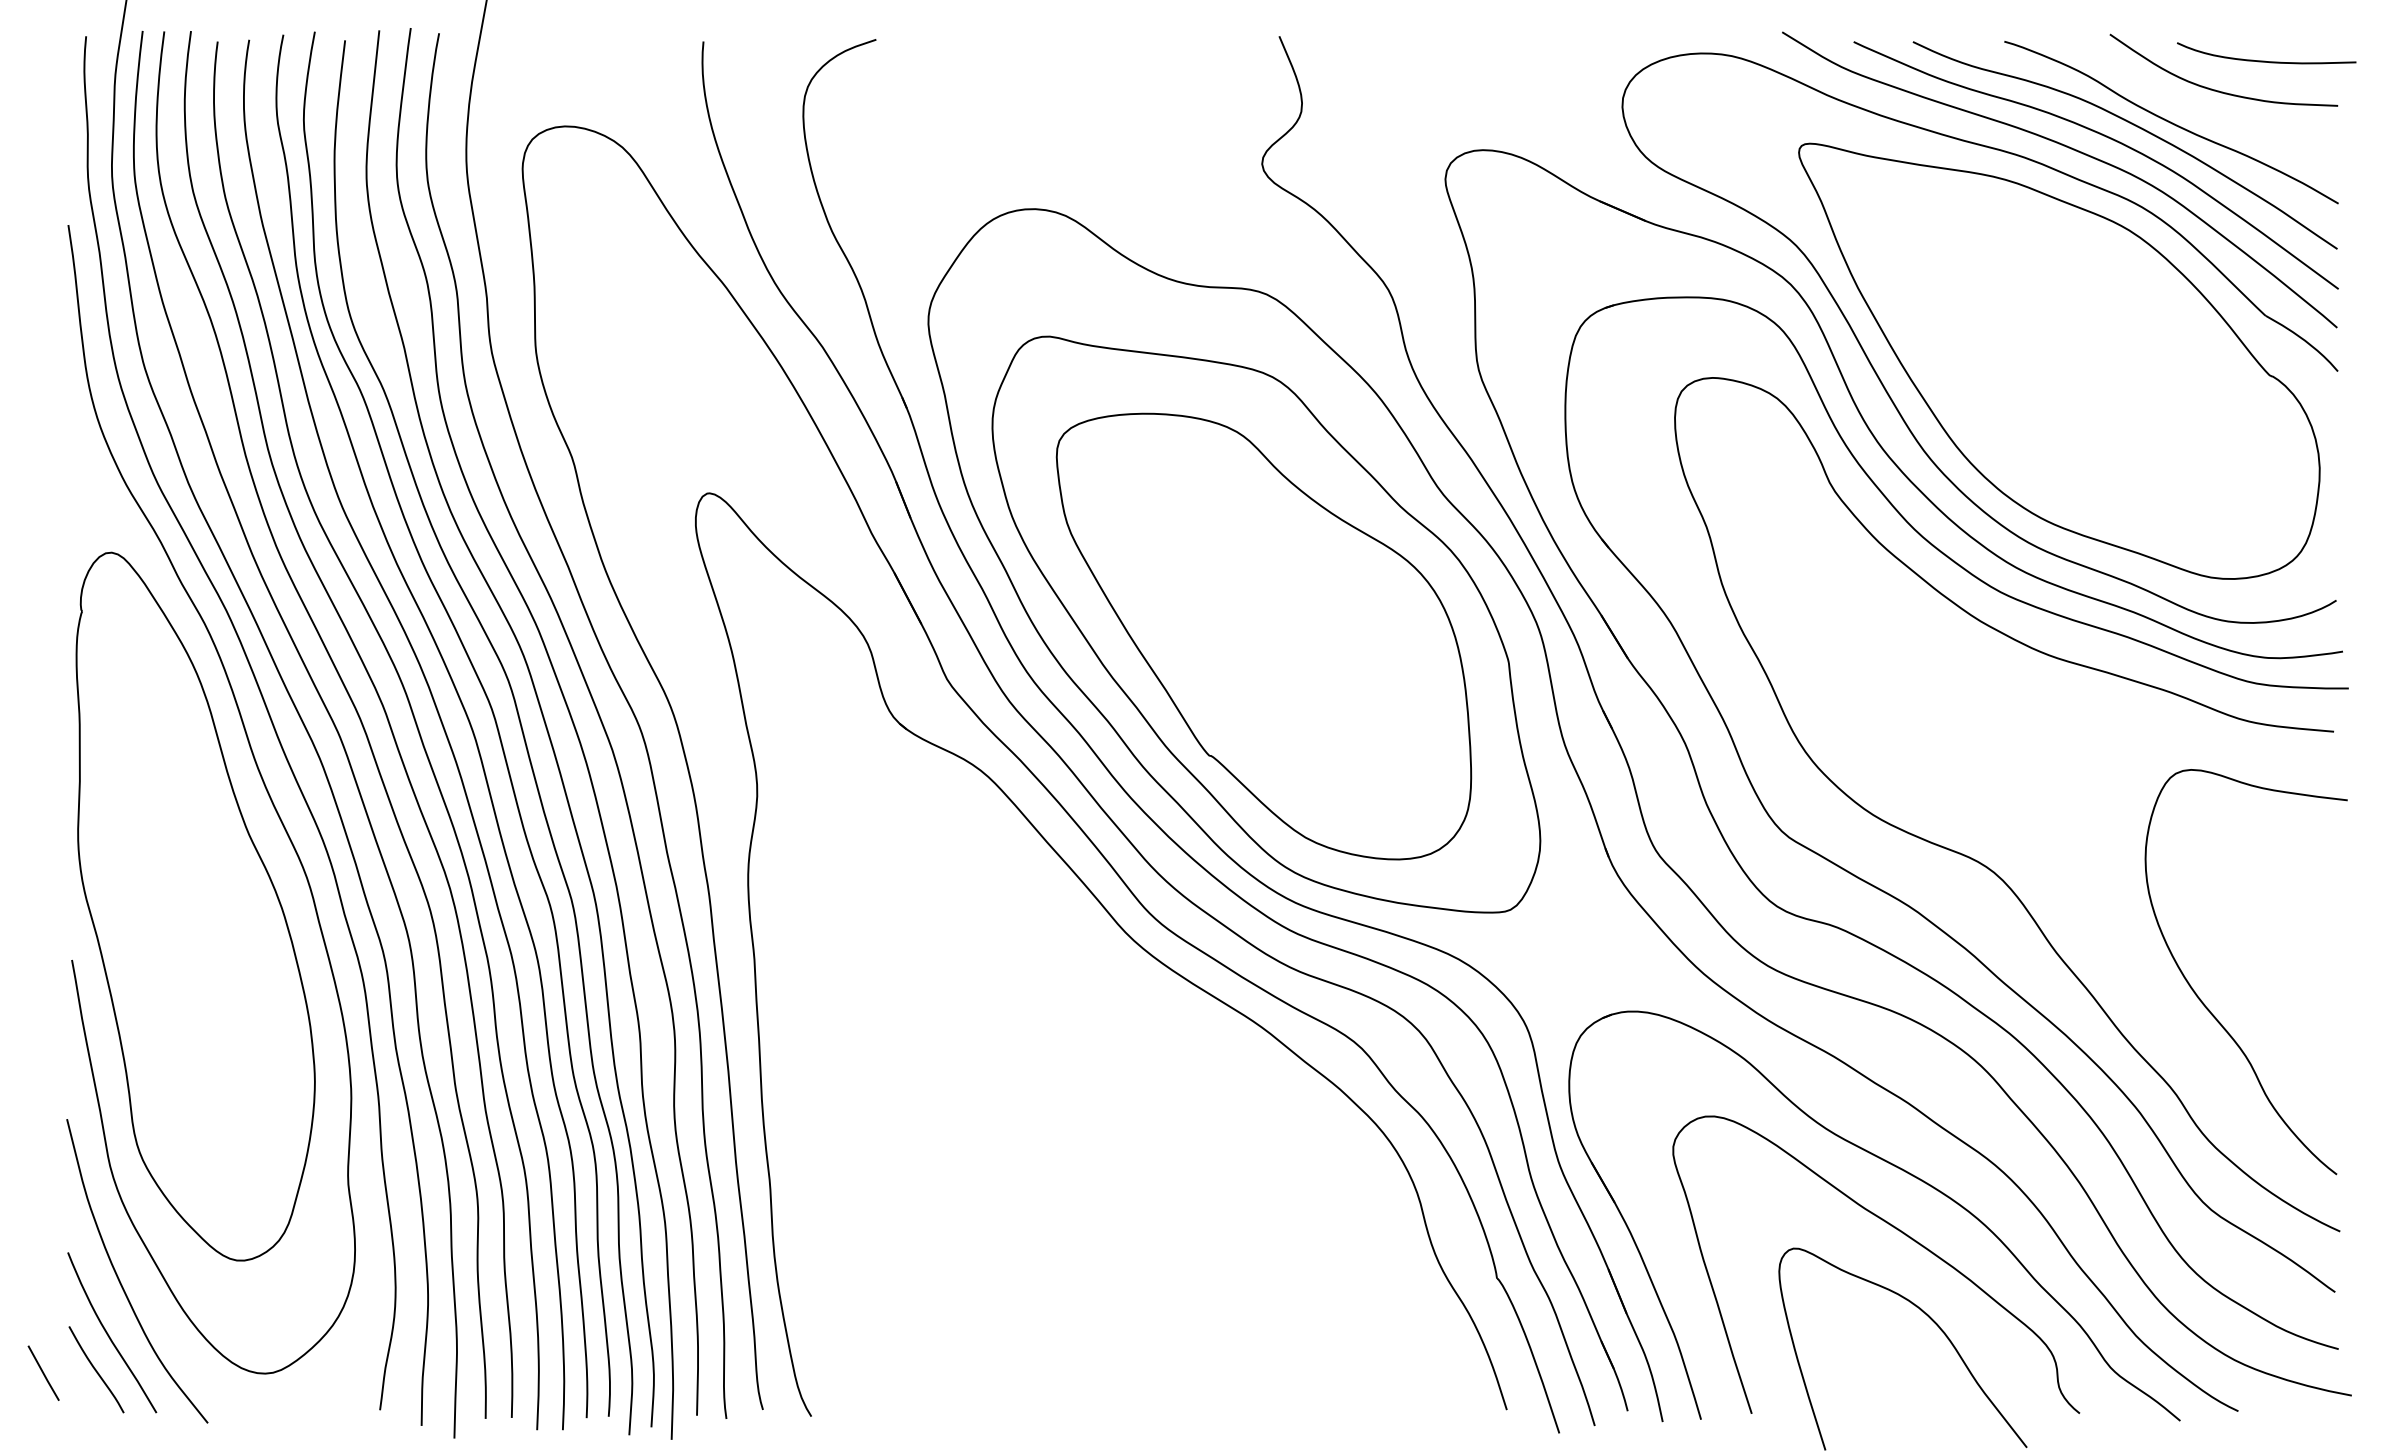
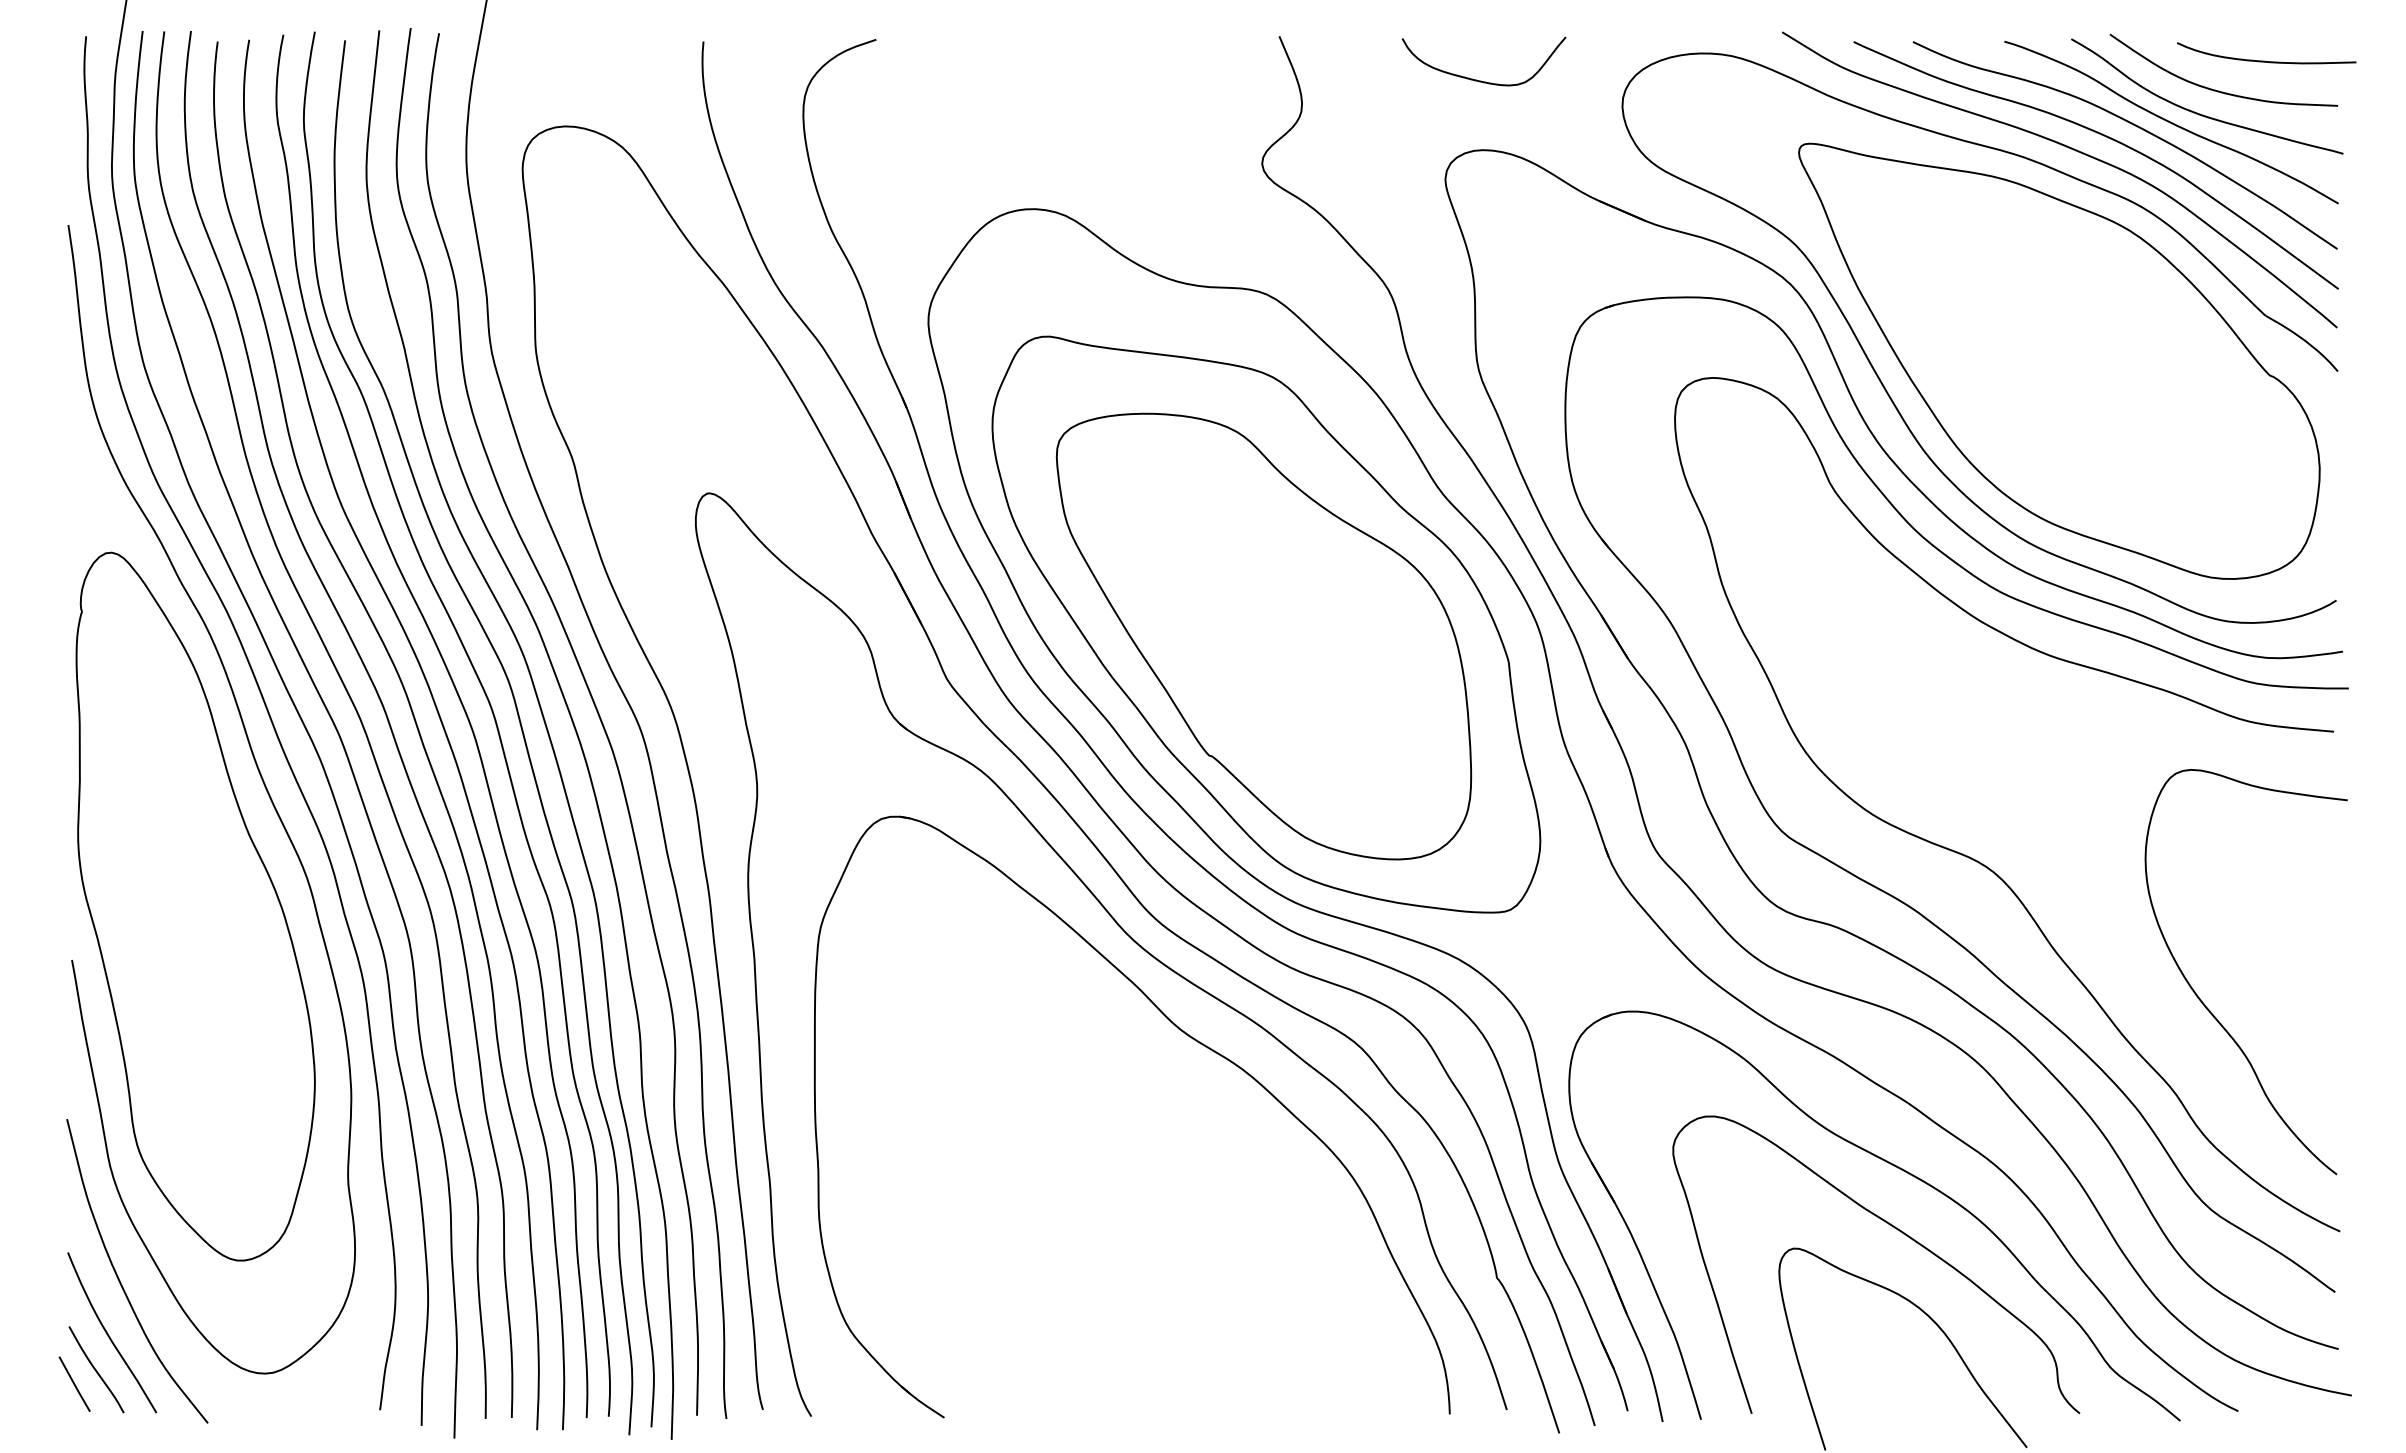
curve at (1477, 79): none -> present
curve at (2200, 113): none -> present
part at (1186, 1035): none -> present
line at (43, 1372) position: (43, 1372) -> (74, 1383)
